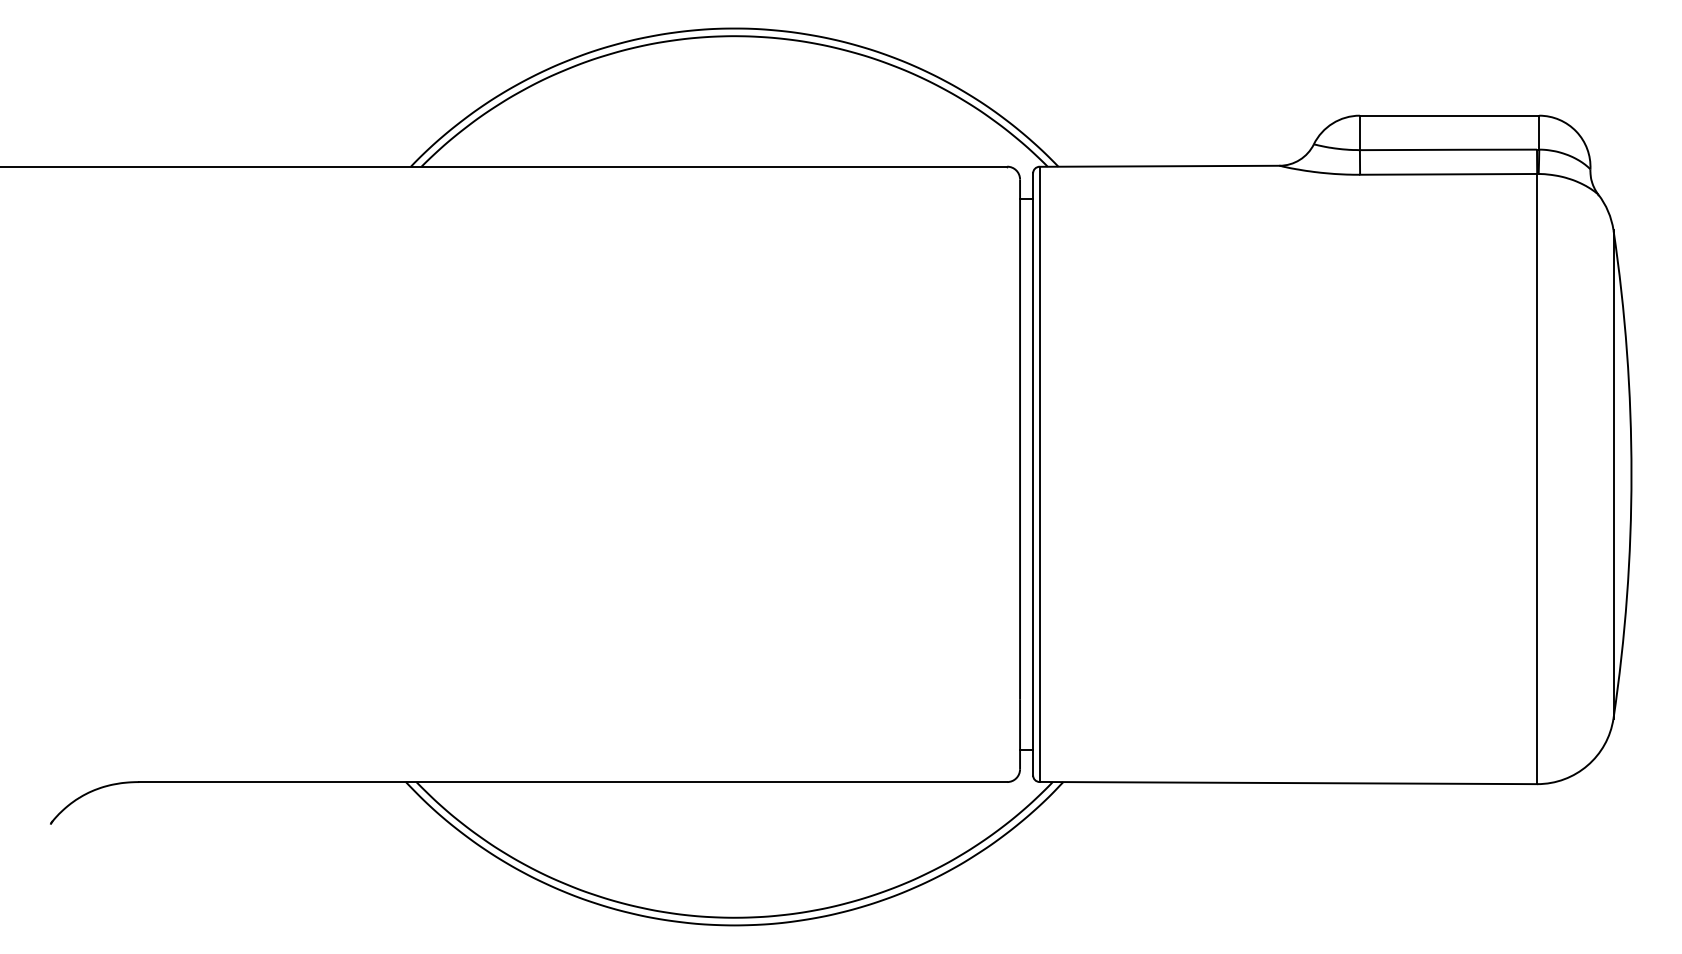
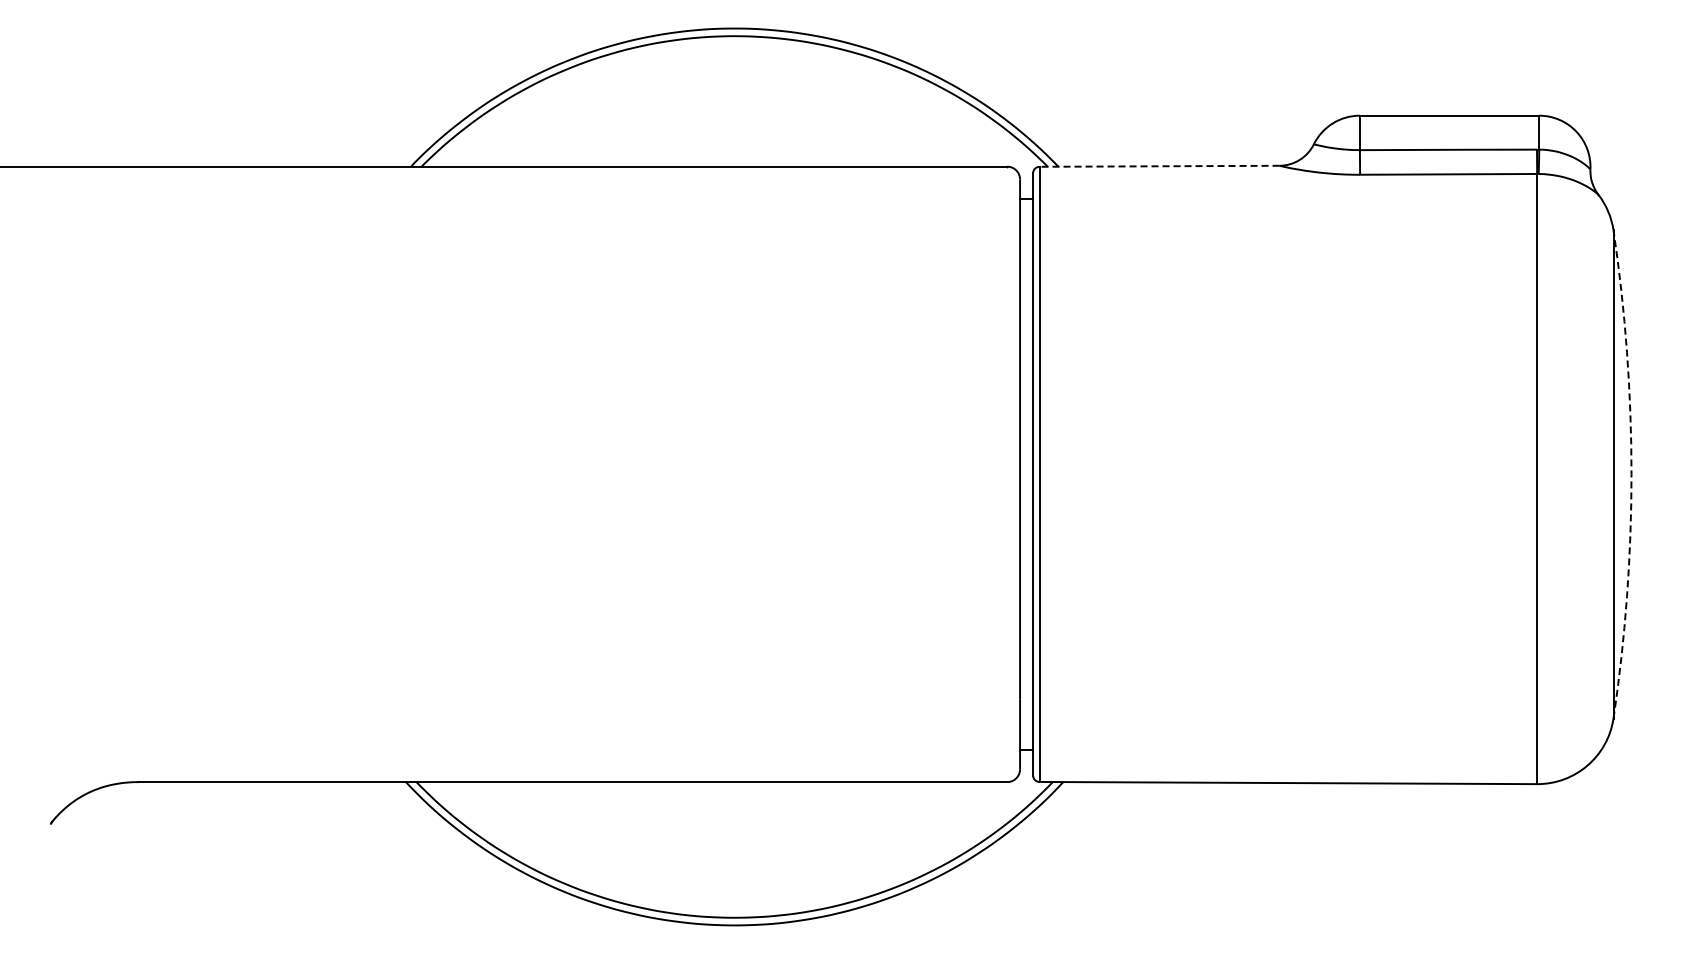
line at (1159, 166): solid -> dashed
arc at (1631, 474): solid -> dashed
